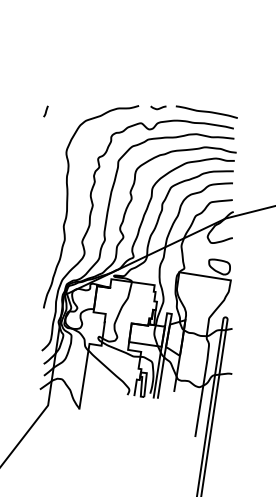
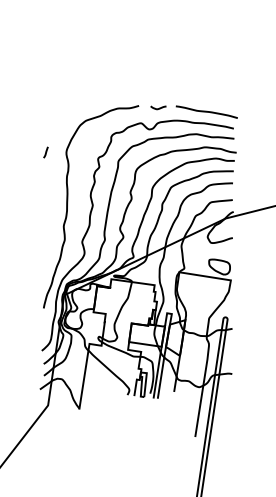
curve at (45, 111) position: (45, 111) -> (45, 152)
